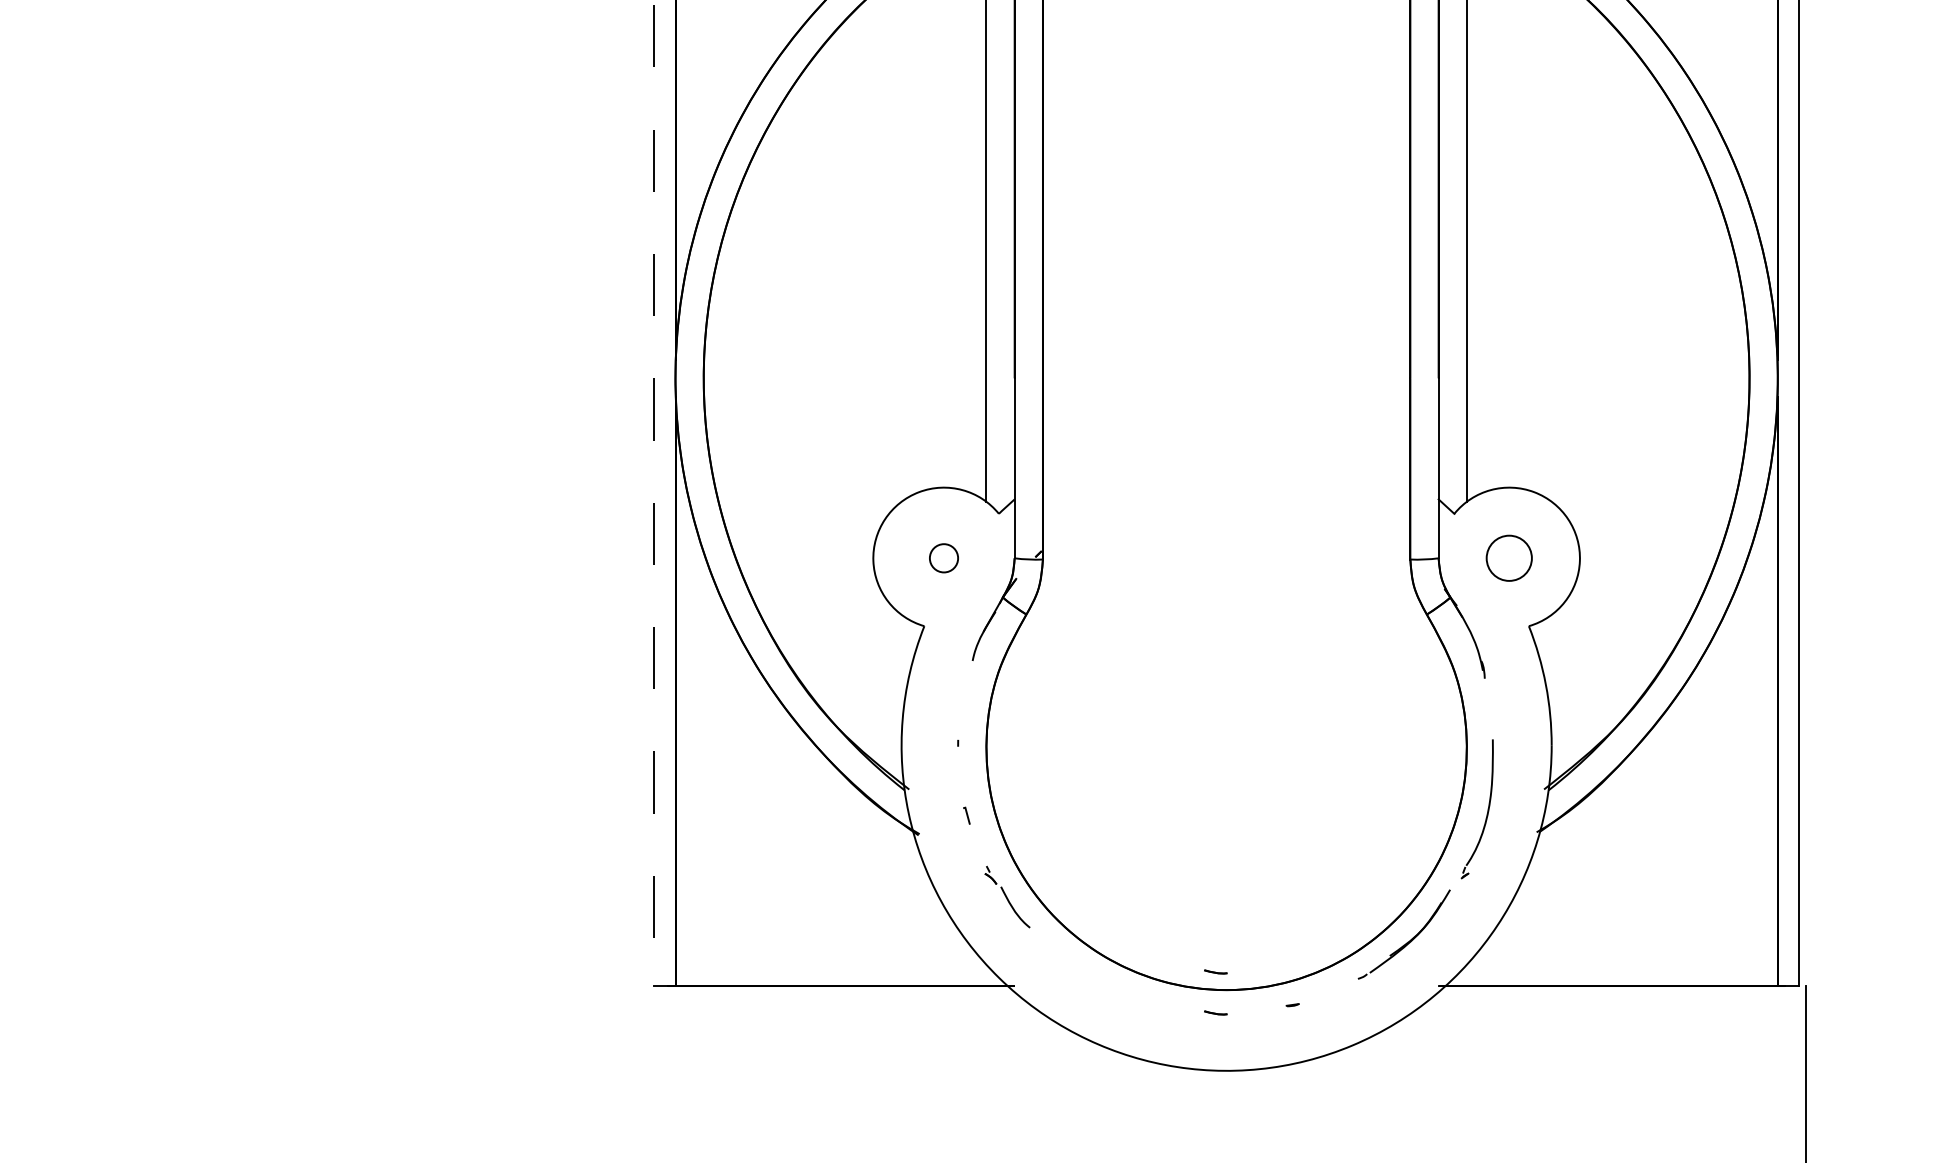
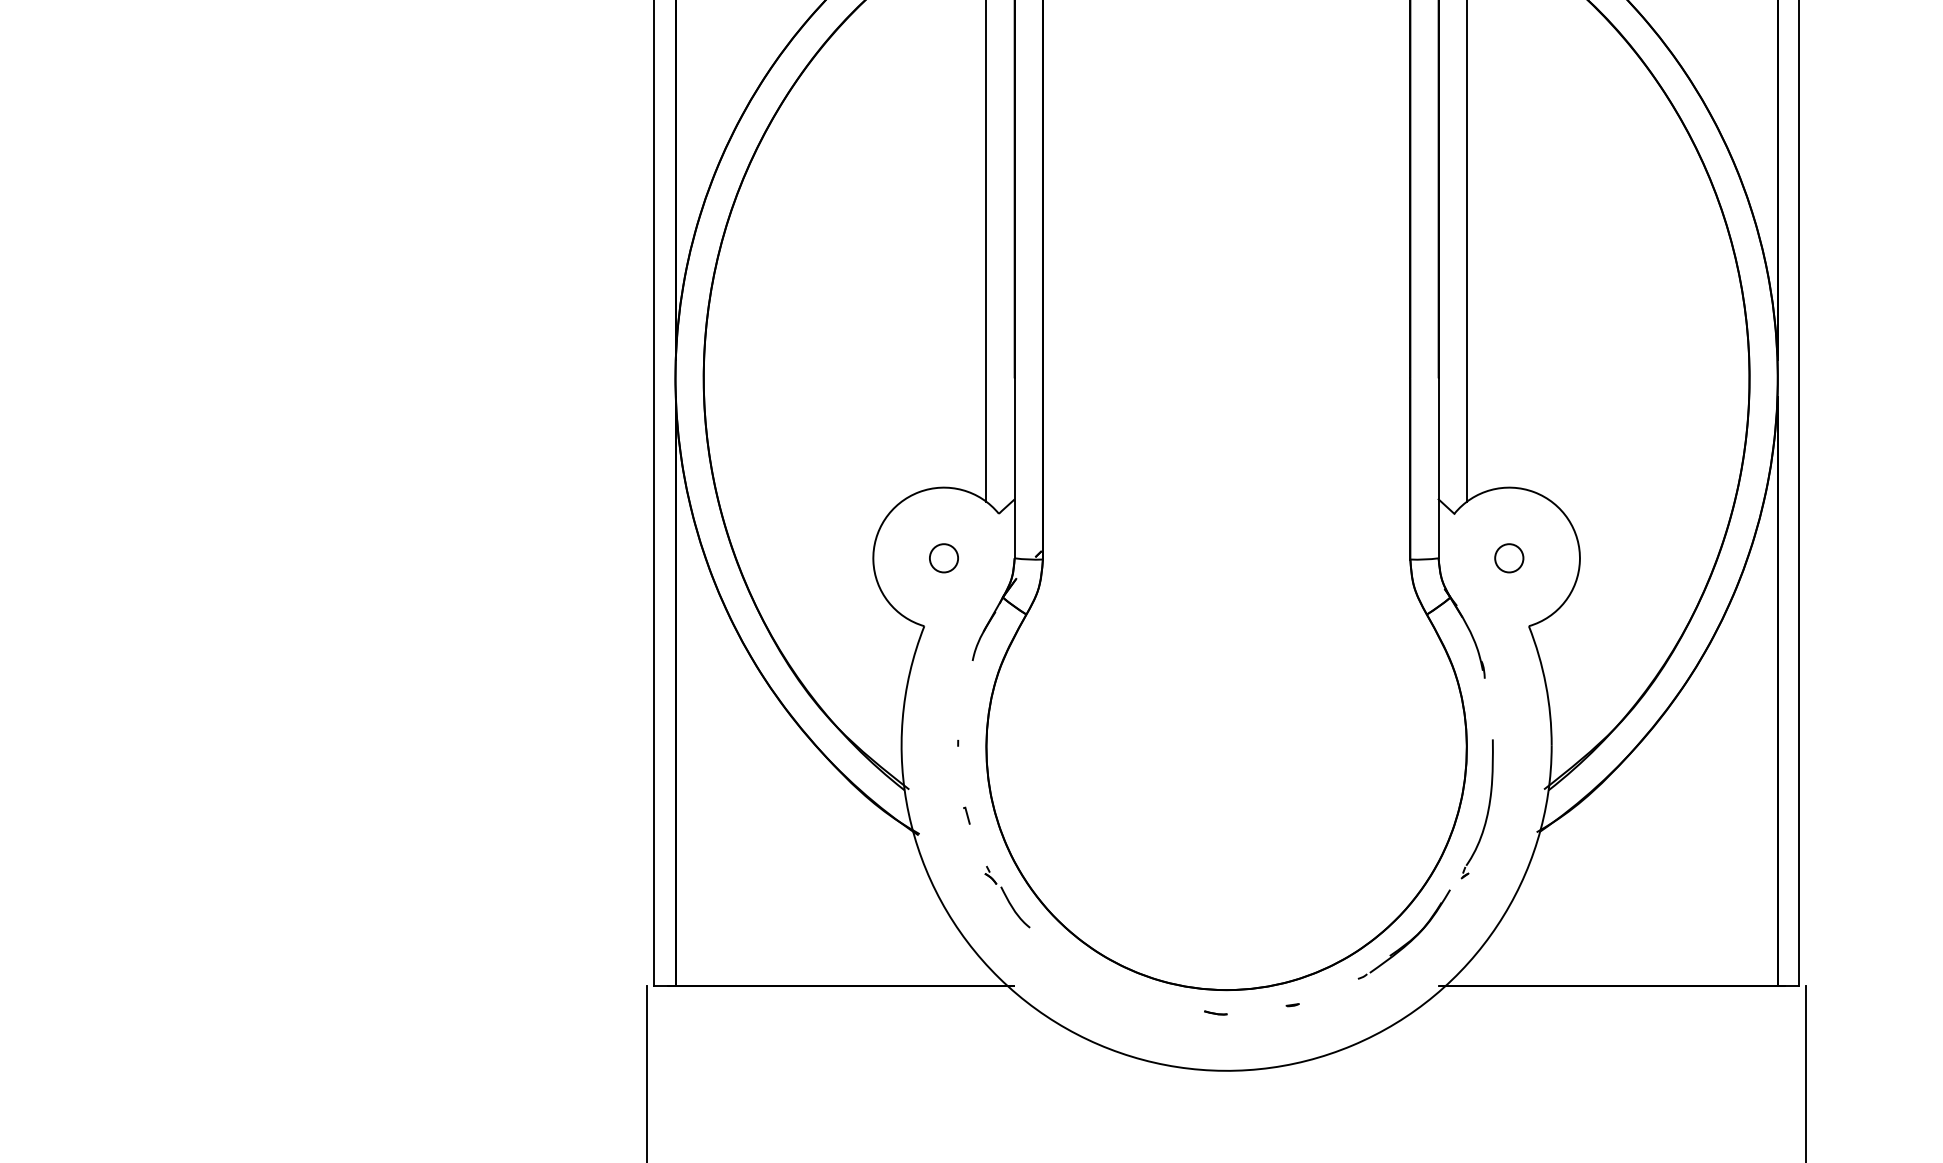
line at (654, 493): dashed -> solid
circle at (1508, 557) diameter: 45 px -> 28 px
line at (1215, 971): present -> none
line at (647, 1072): none -> present
